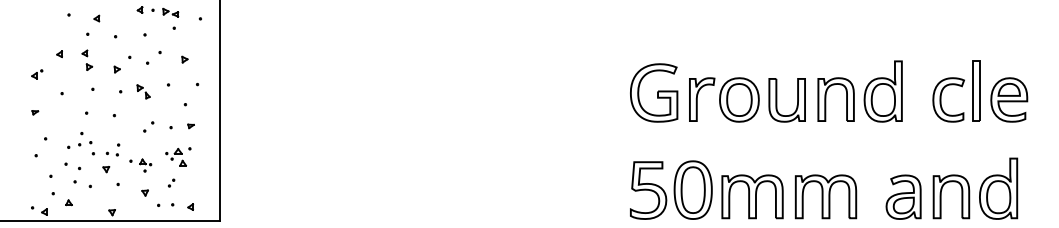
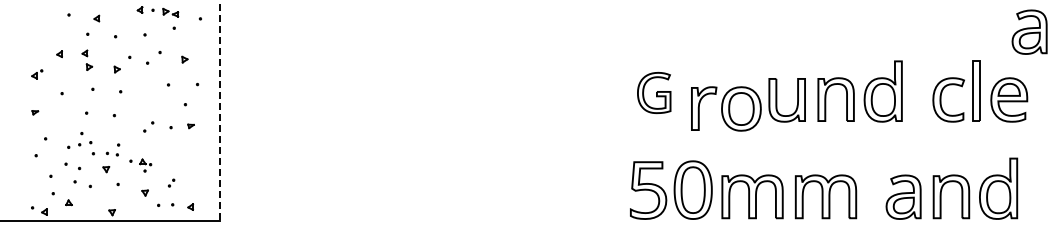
part at (1029, 31): none -> present
part at (143, 91): present -> none
part at (654, 92) size: 49x60 px -> 35x42 px
part at (724, 99) position: (724, 99) -> (726, 108)
line at (219, 111): solid -> dashed
part at (178, 156): present -> none
